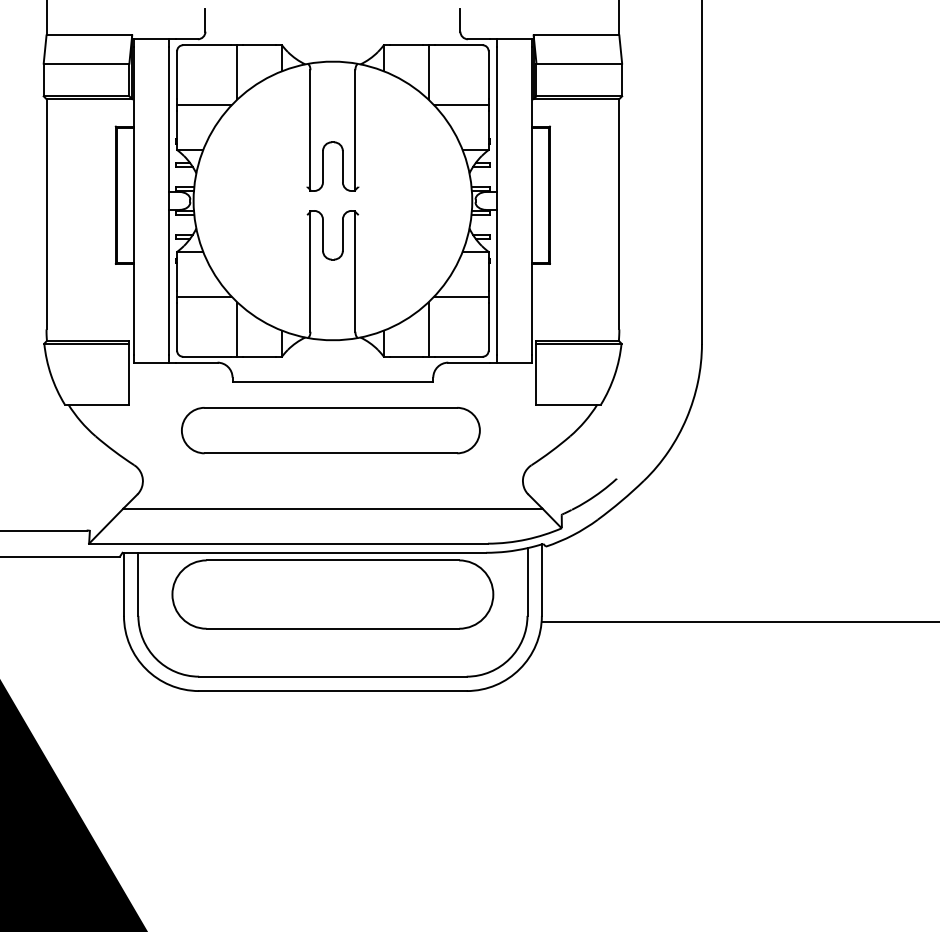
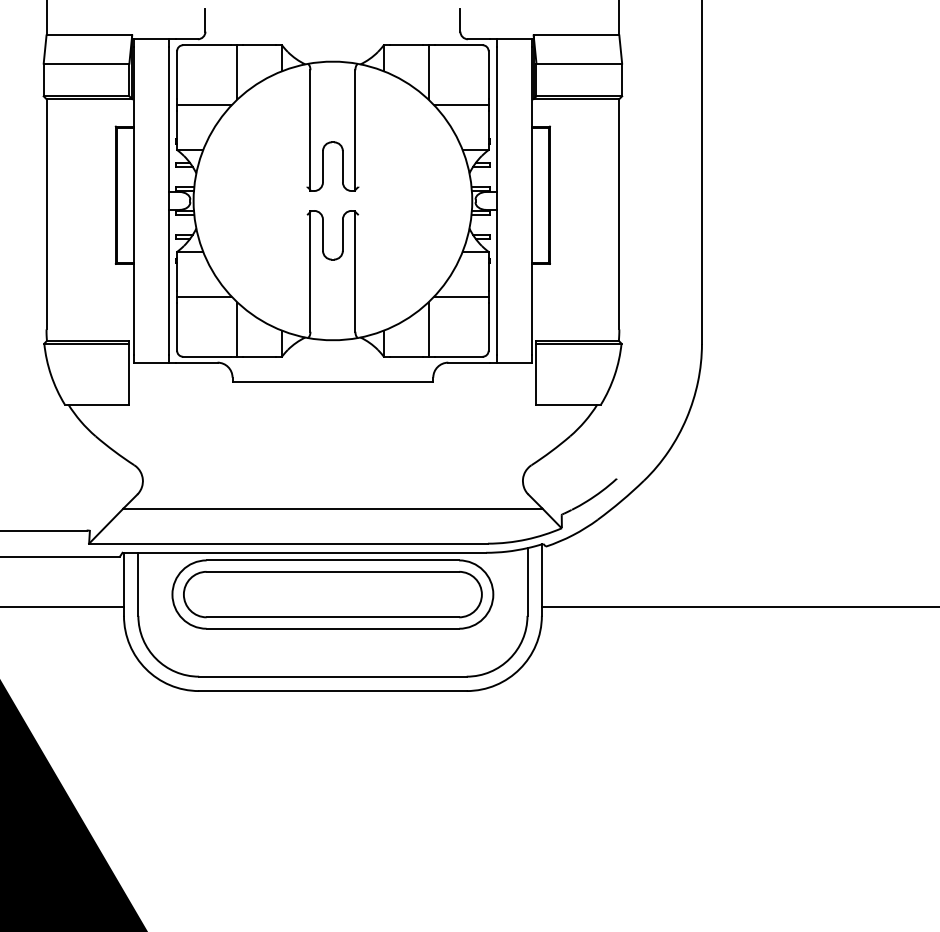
part at (330, 430) position: (330, 430) -> (332, 594)
line at (62, 606): none -> present
line at (738, 621) position: (738, 621) -> (738, 606)
